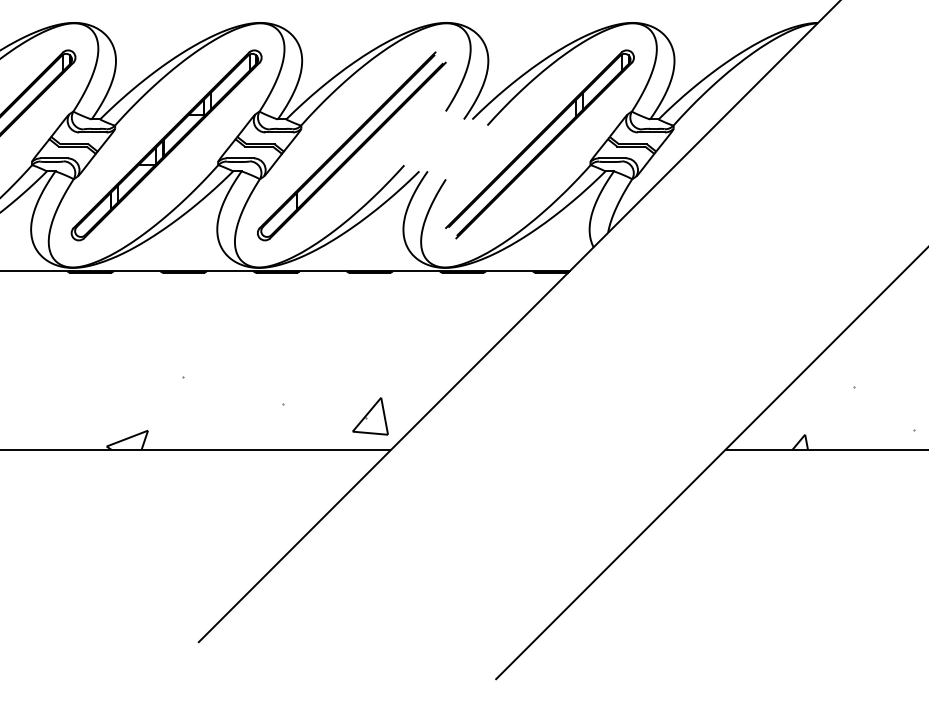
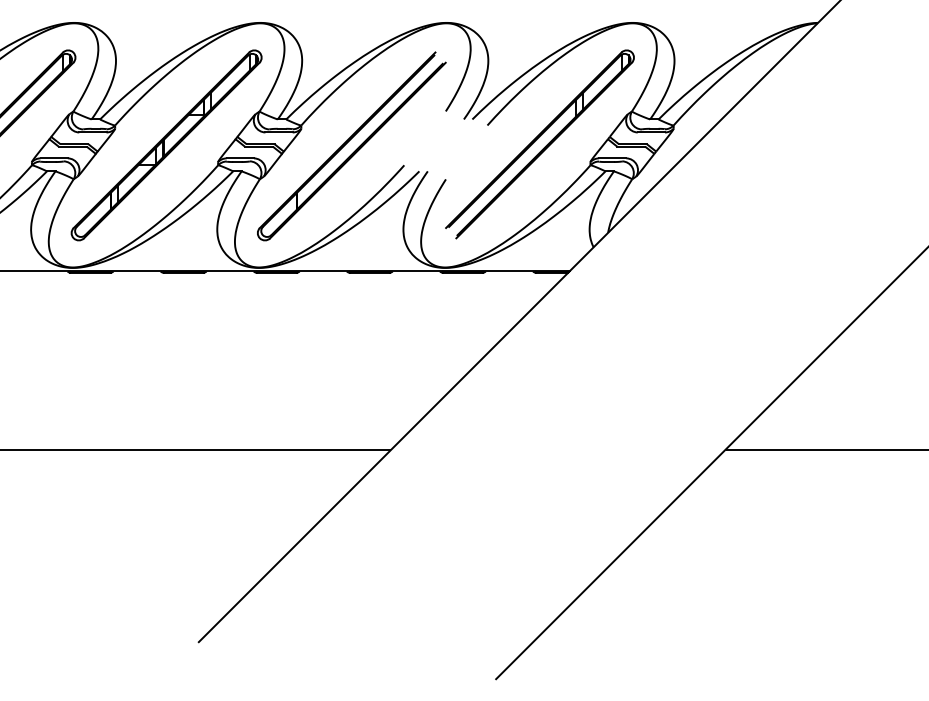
hatch at (247, 413): present -> none
hatch at (853, 417): present -> none
